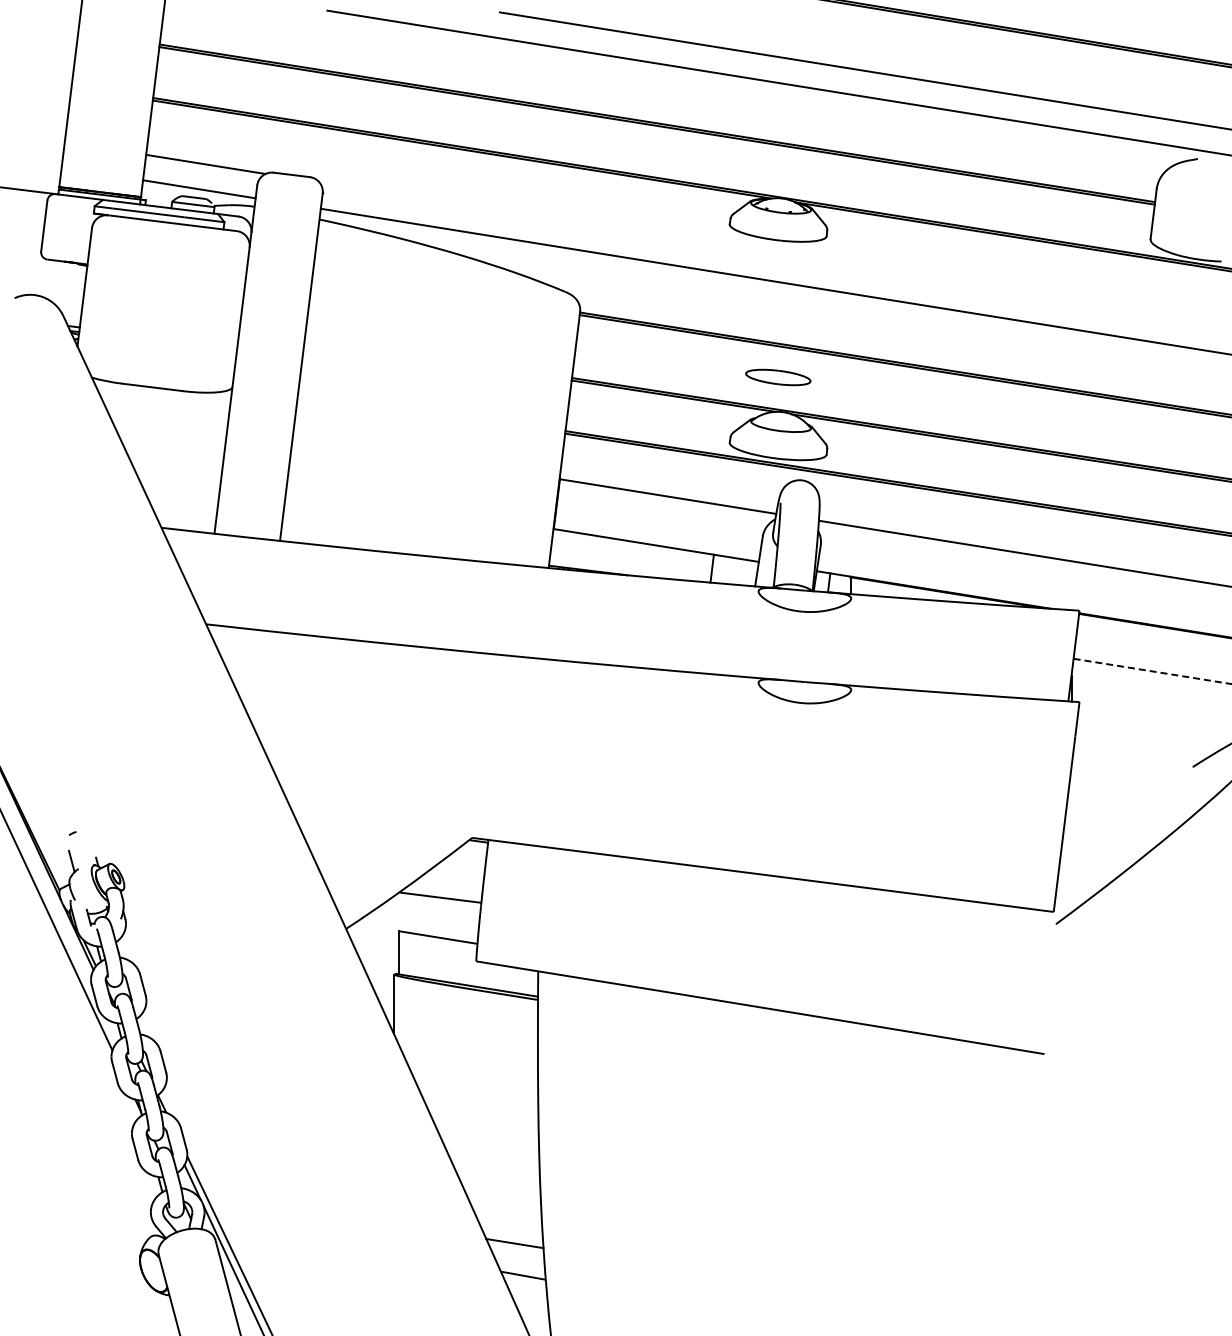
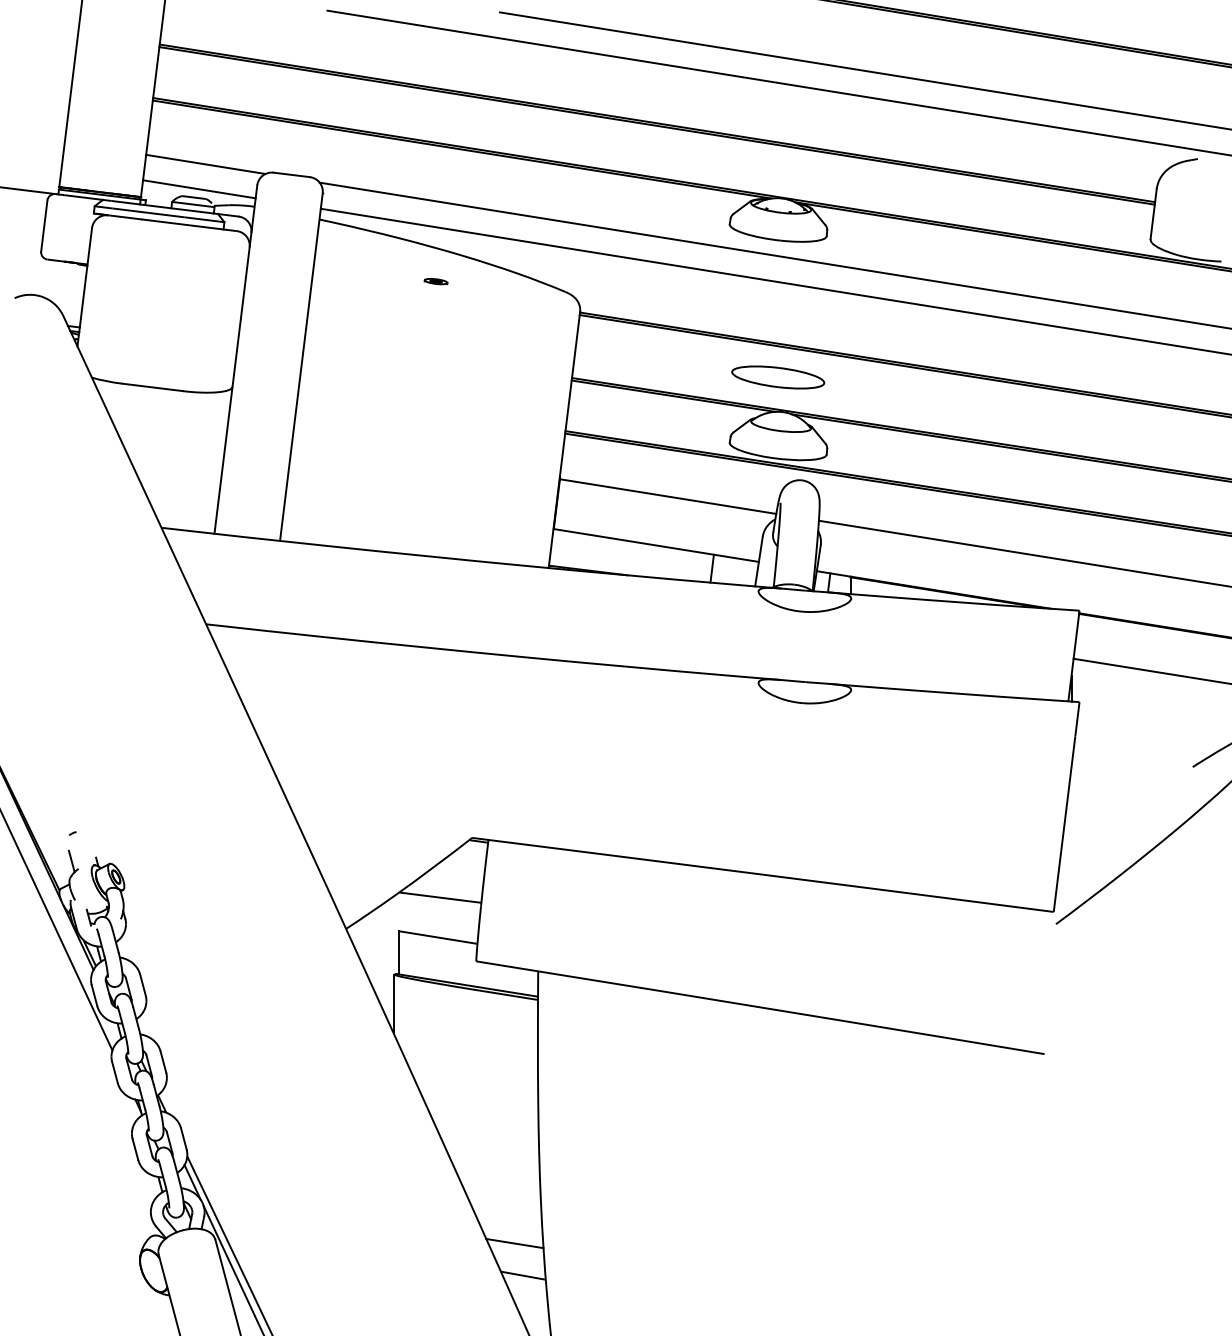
line at (773, 255): none -> present
part at (435, 281): none -> present
part at (778, 377) size: 67x19 px -> 95x25 px
line at (1152, 671): dashed -> solid
